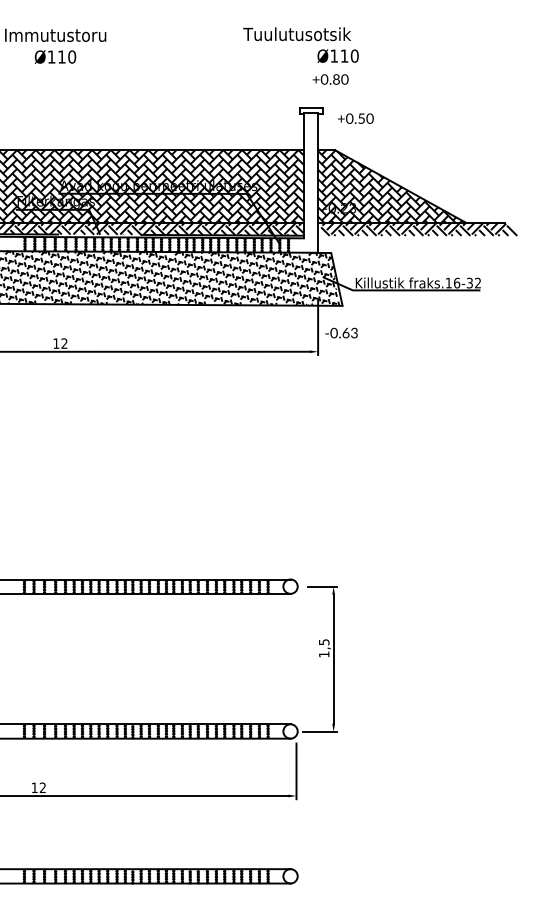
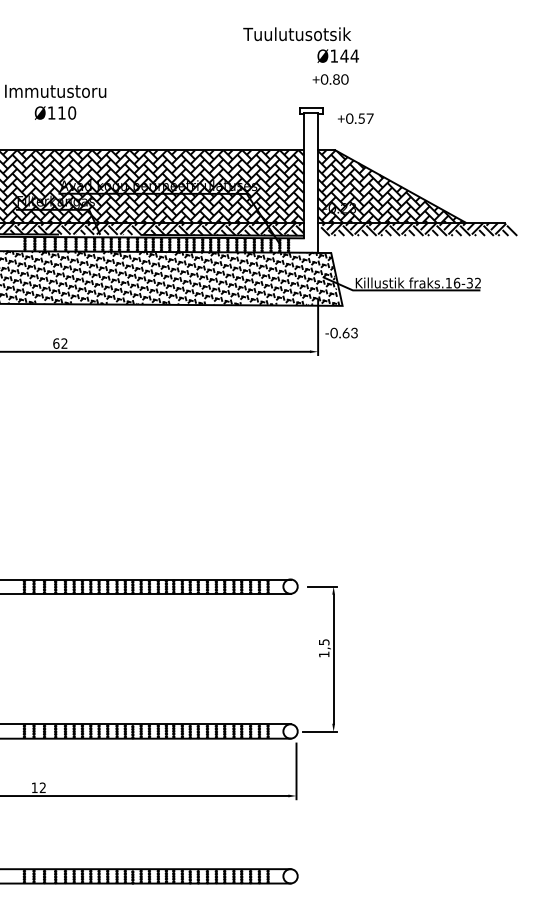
text at (55, 45) position: (55, 45) -> (55, 101)
text at (349, 55): Ø110 -> Ø144
text at (369, 118): +0.50 -> +0.57
text at (56, 343): 12 -> 62
